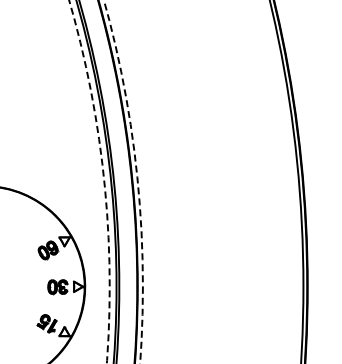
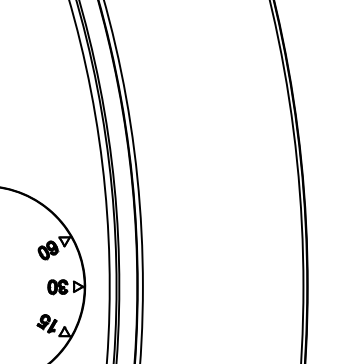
arc at (104, 180): dashed -> solid
circle at (123, 181): dashed -> solid
